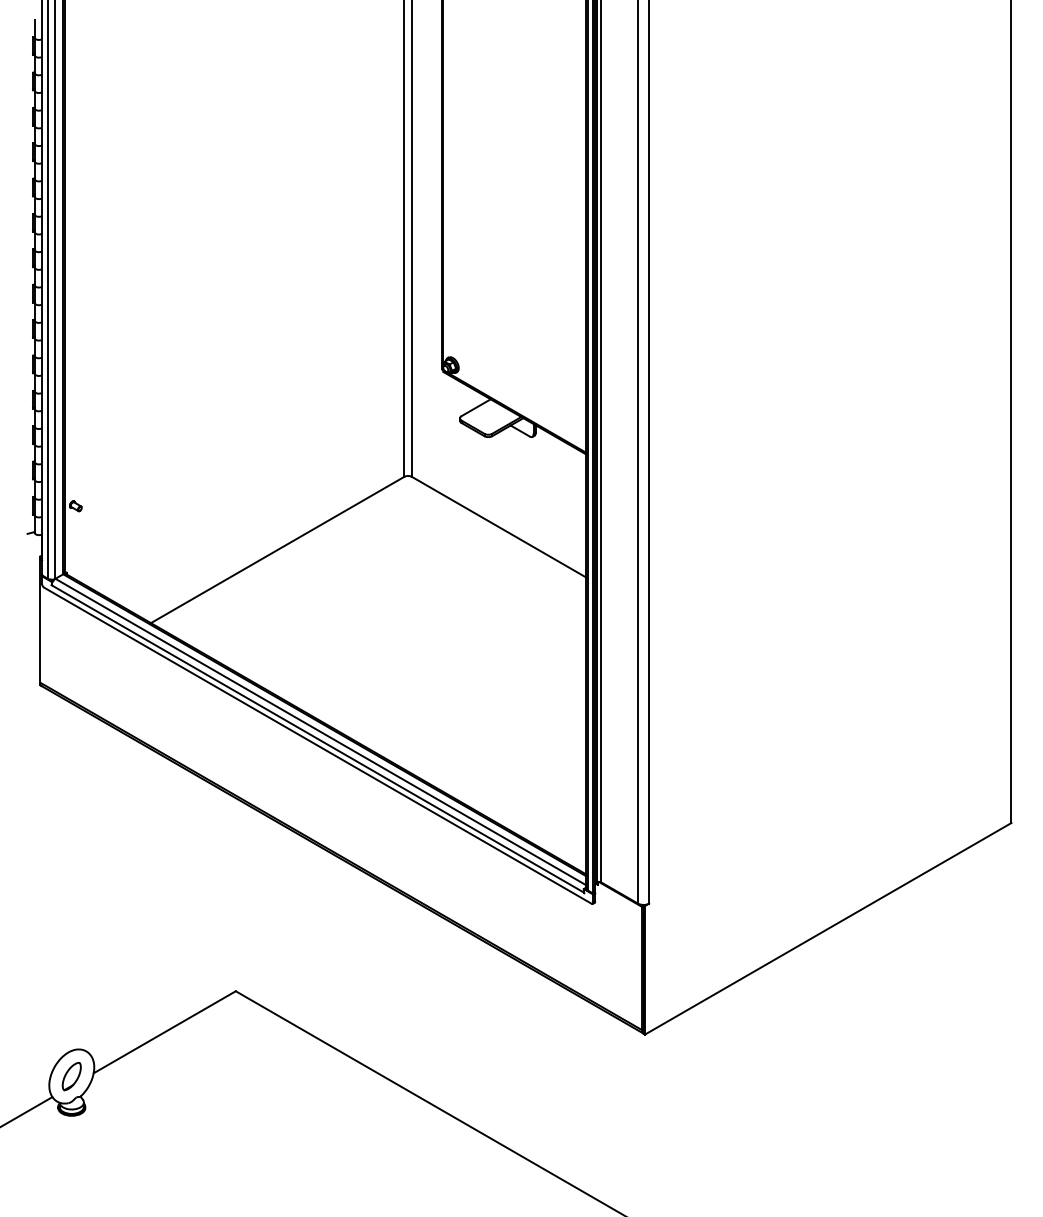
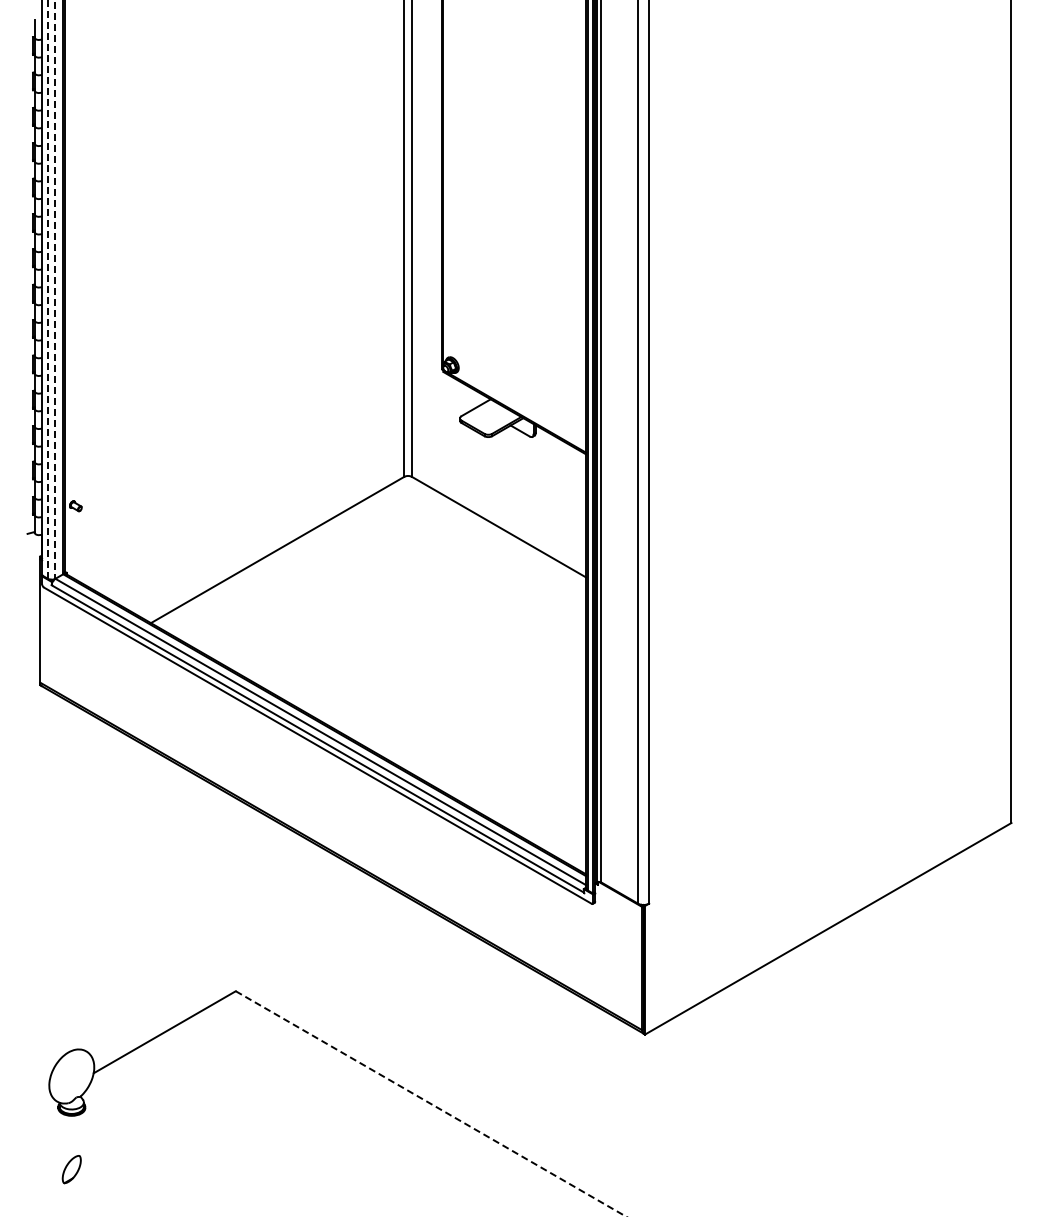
line at (47, 289): solid -> dashed
line at (55, 289): solid -> dashed
part at (71, 1076) position: (71, 1076) -> (71, 1169)
line at (431, 1104): solid -> dashed
line at (27, 1111): present -> none
